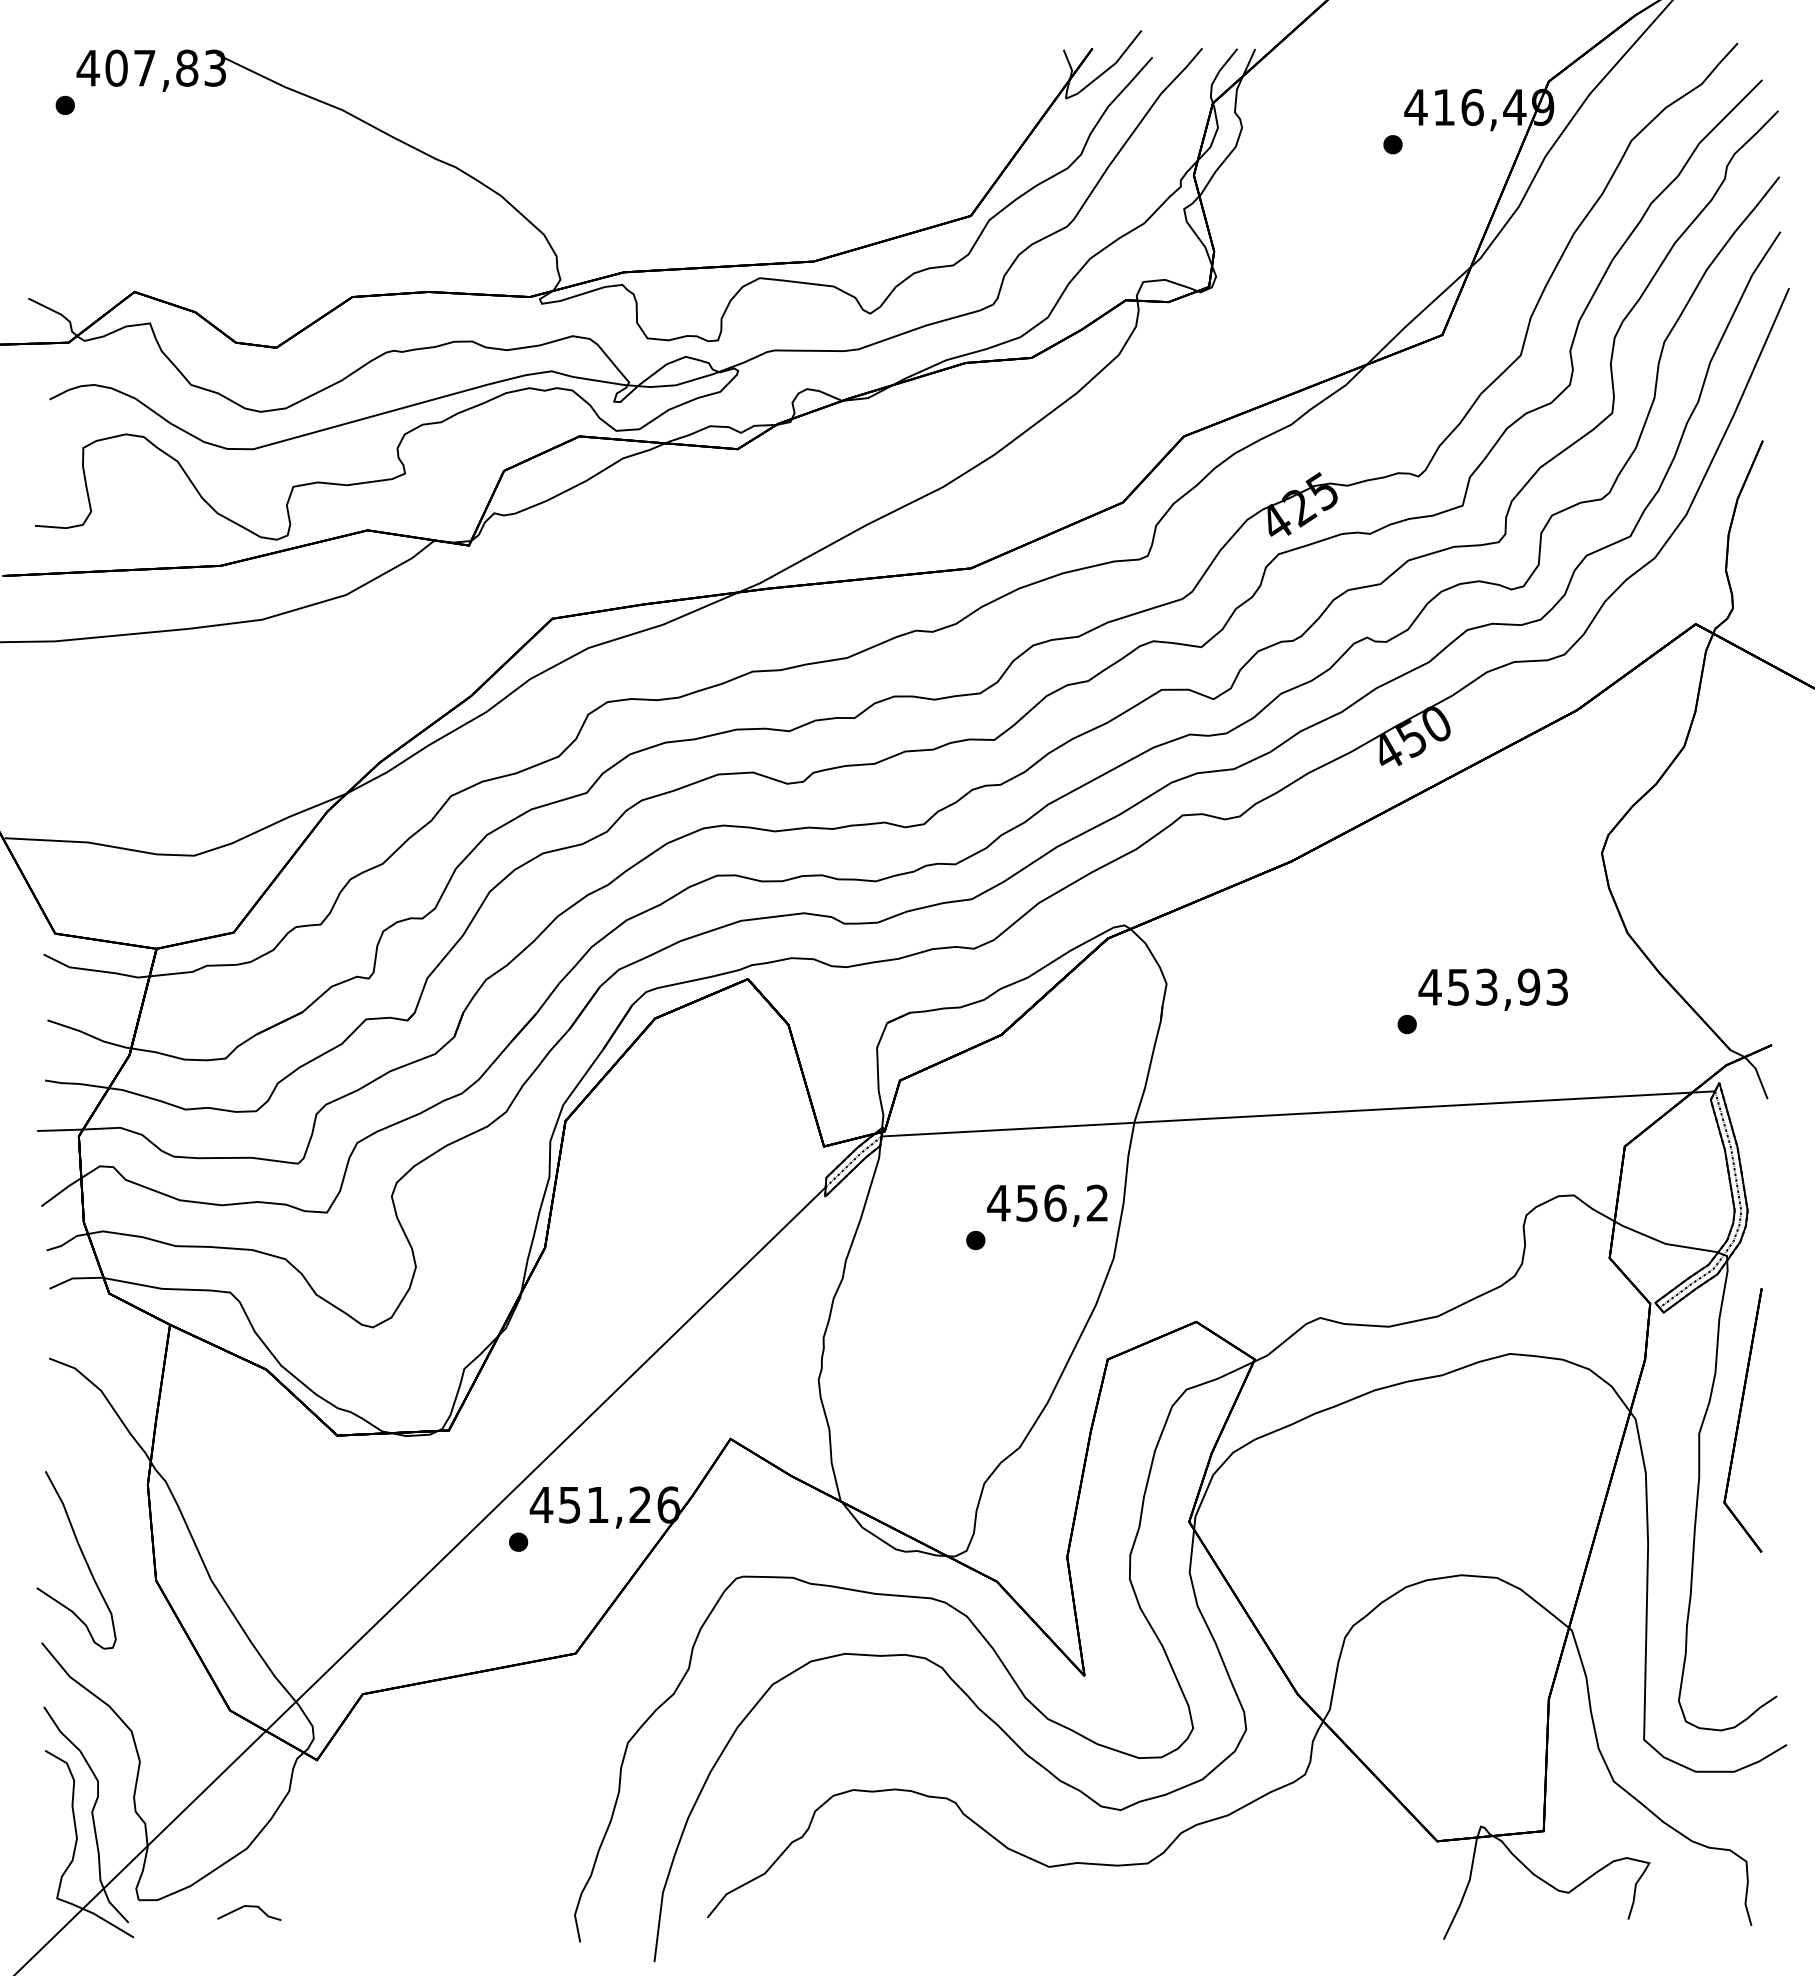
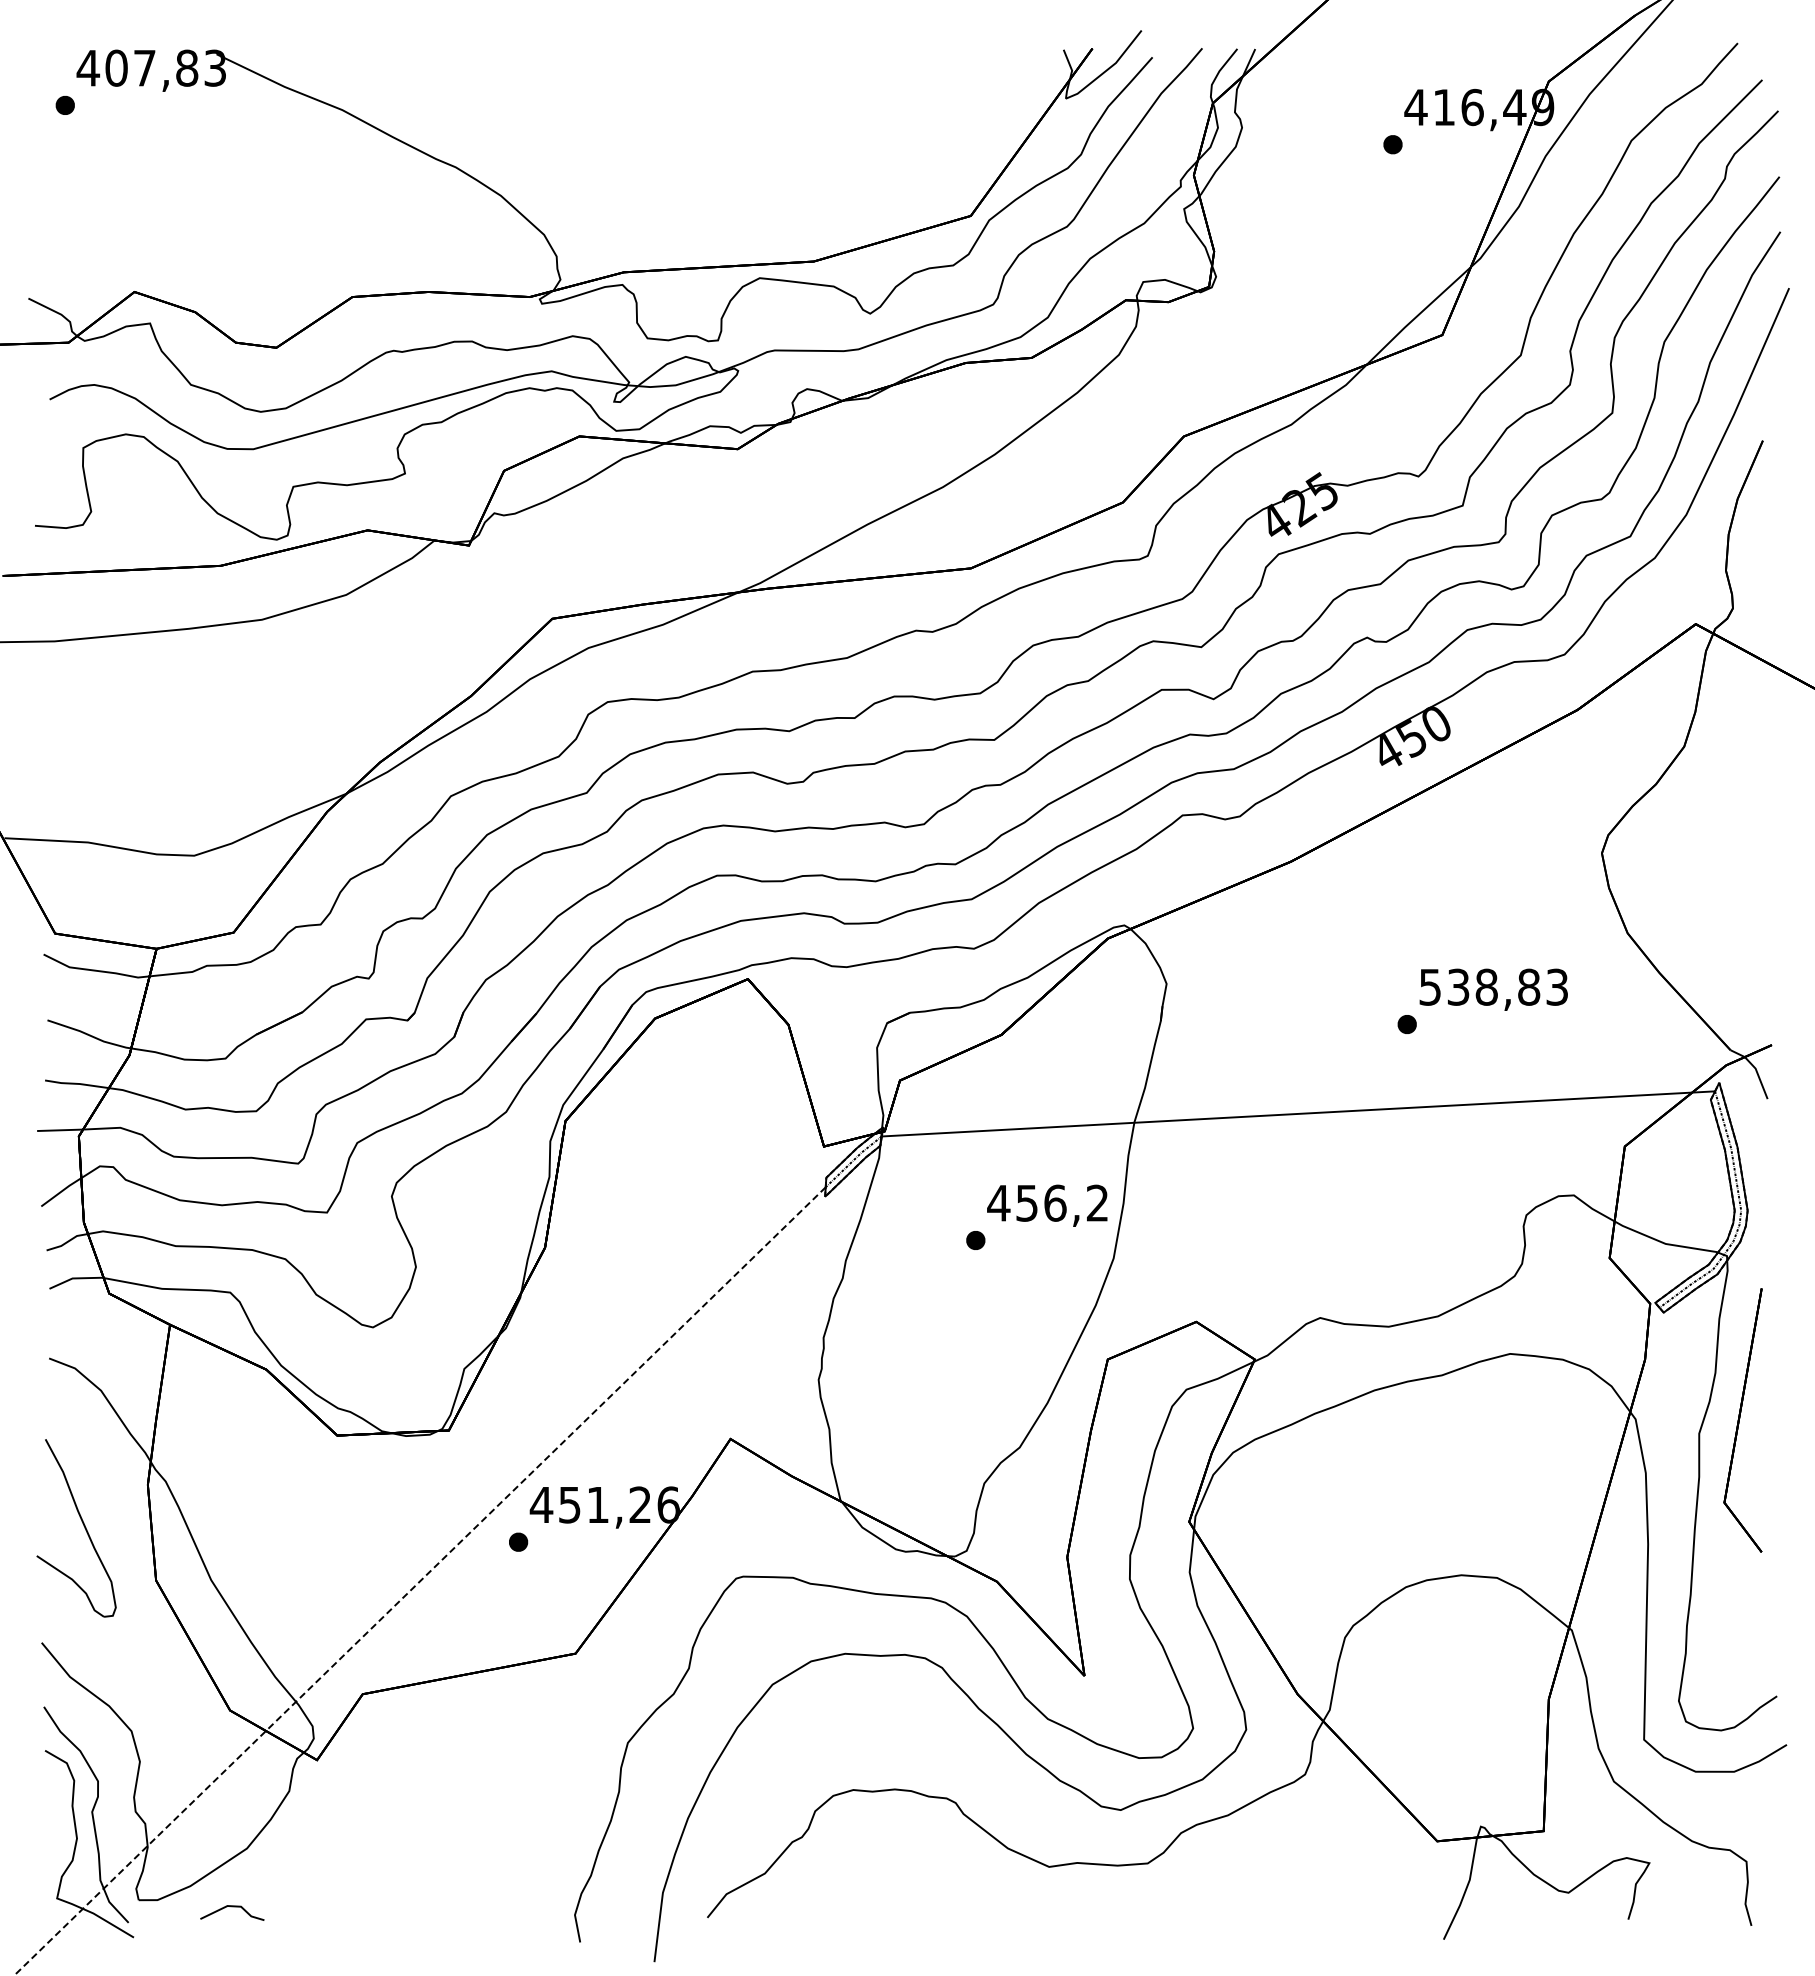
text at (1479, 986): 453,93 -> 538,83
part at (83, 1558) position: (83, 1558) -> (83, 1526)
line at (419, 1581): solid -> dashed
line at (249, 1907) position: (249, 1907) -> (232, 1907)
